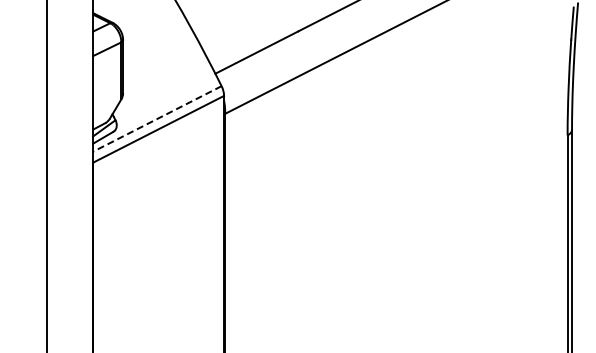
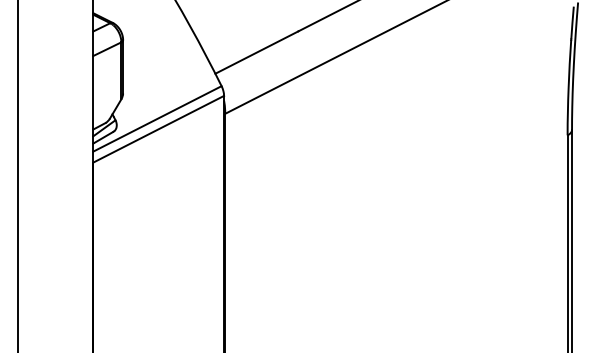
line at (157, 119): dashed -> solid
line at (46, 175) position: (46, 175) -> (17, 175)
